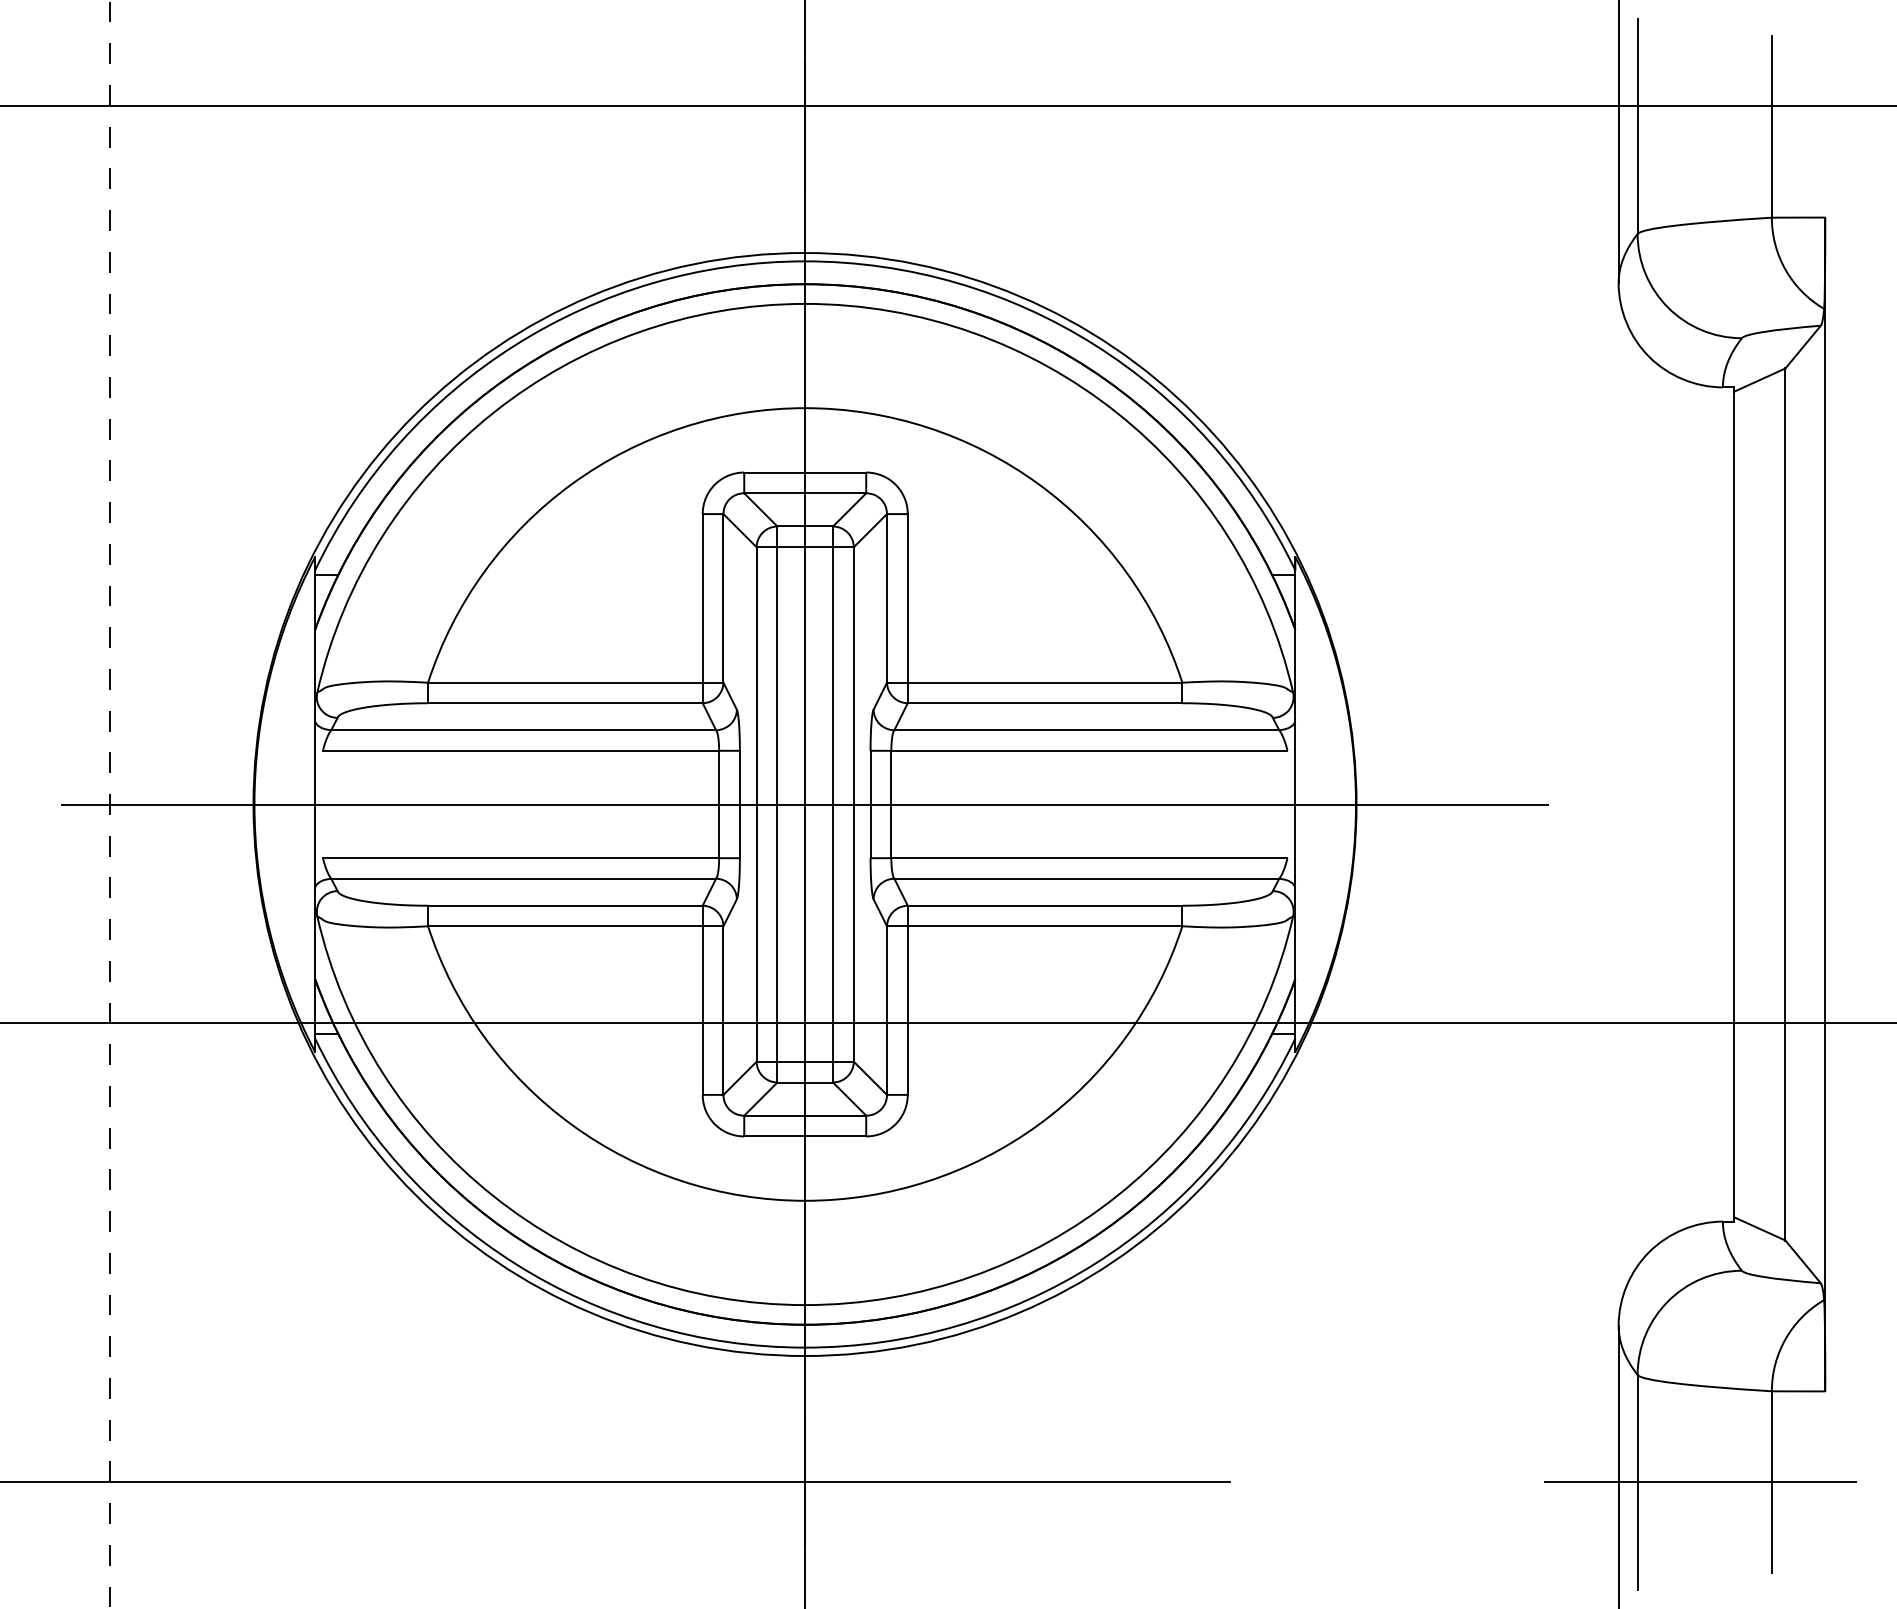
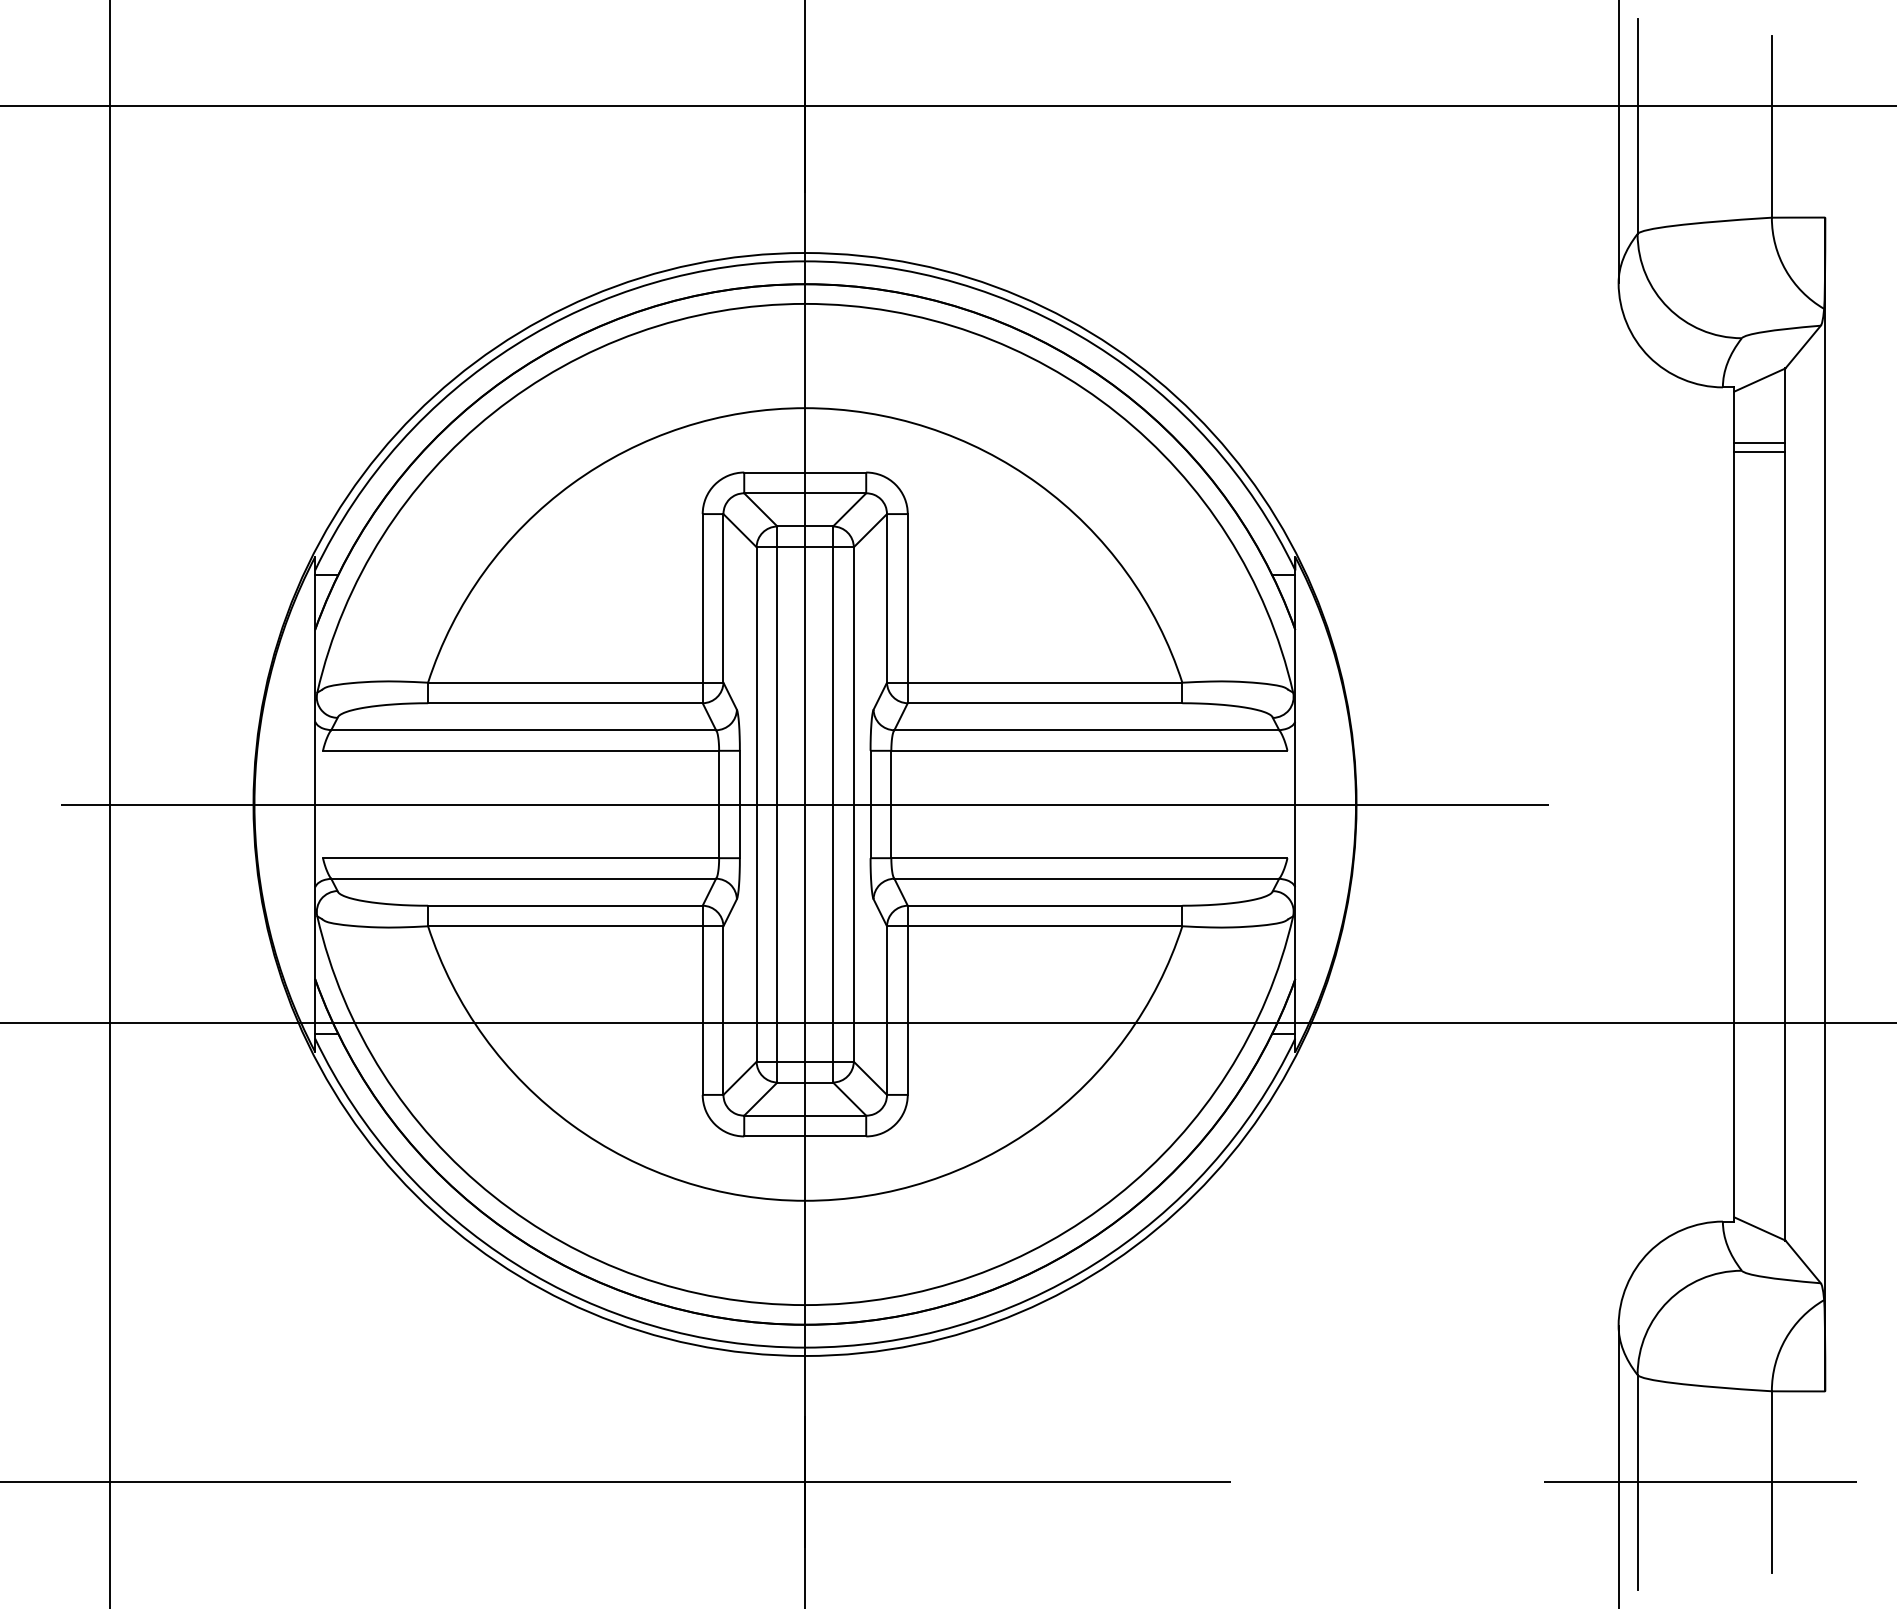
line at (1759, 443): none -> present
line at (1759, 452): none -> present
line at (109, 804): dashed -> solid
